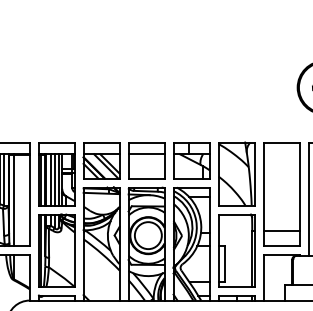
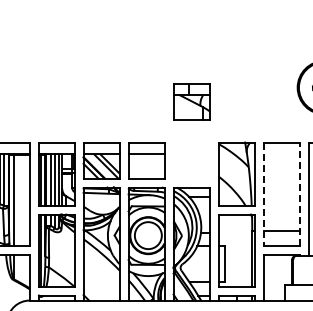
part at (191, 160) position: (191, 160) -> (191, 101)
line at (263, 194): solid -> dashed
line at (299, 194): solid -> dashed
